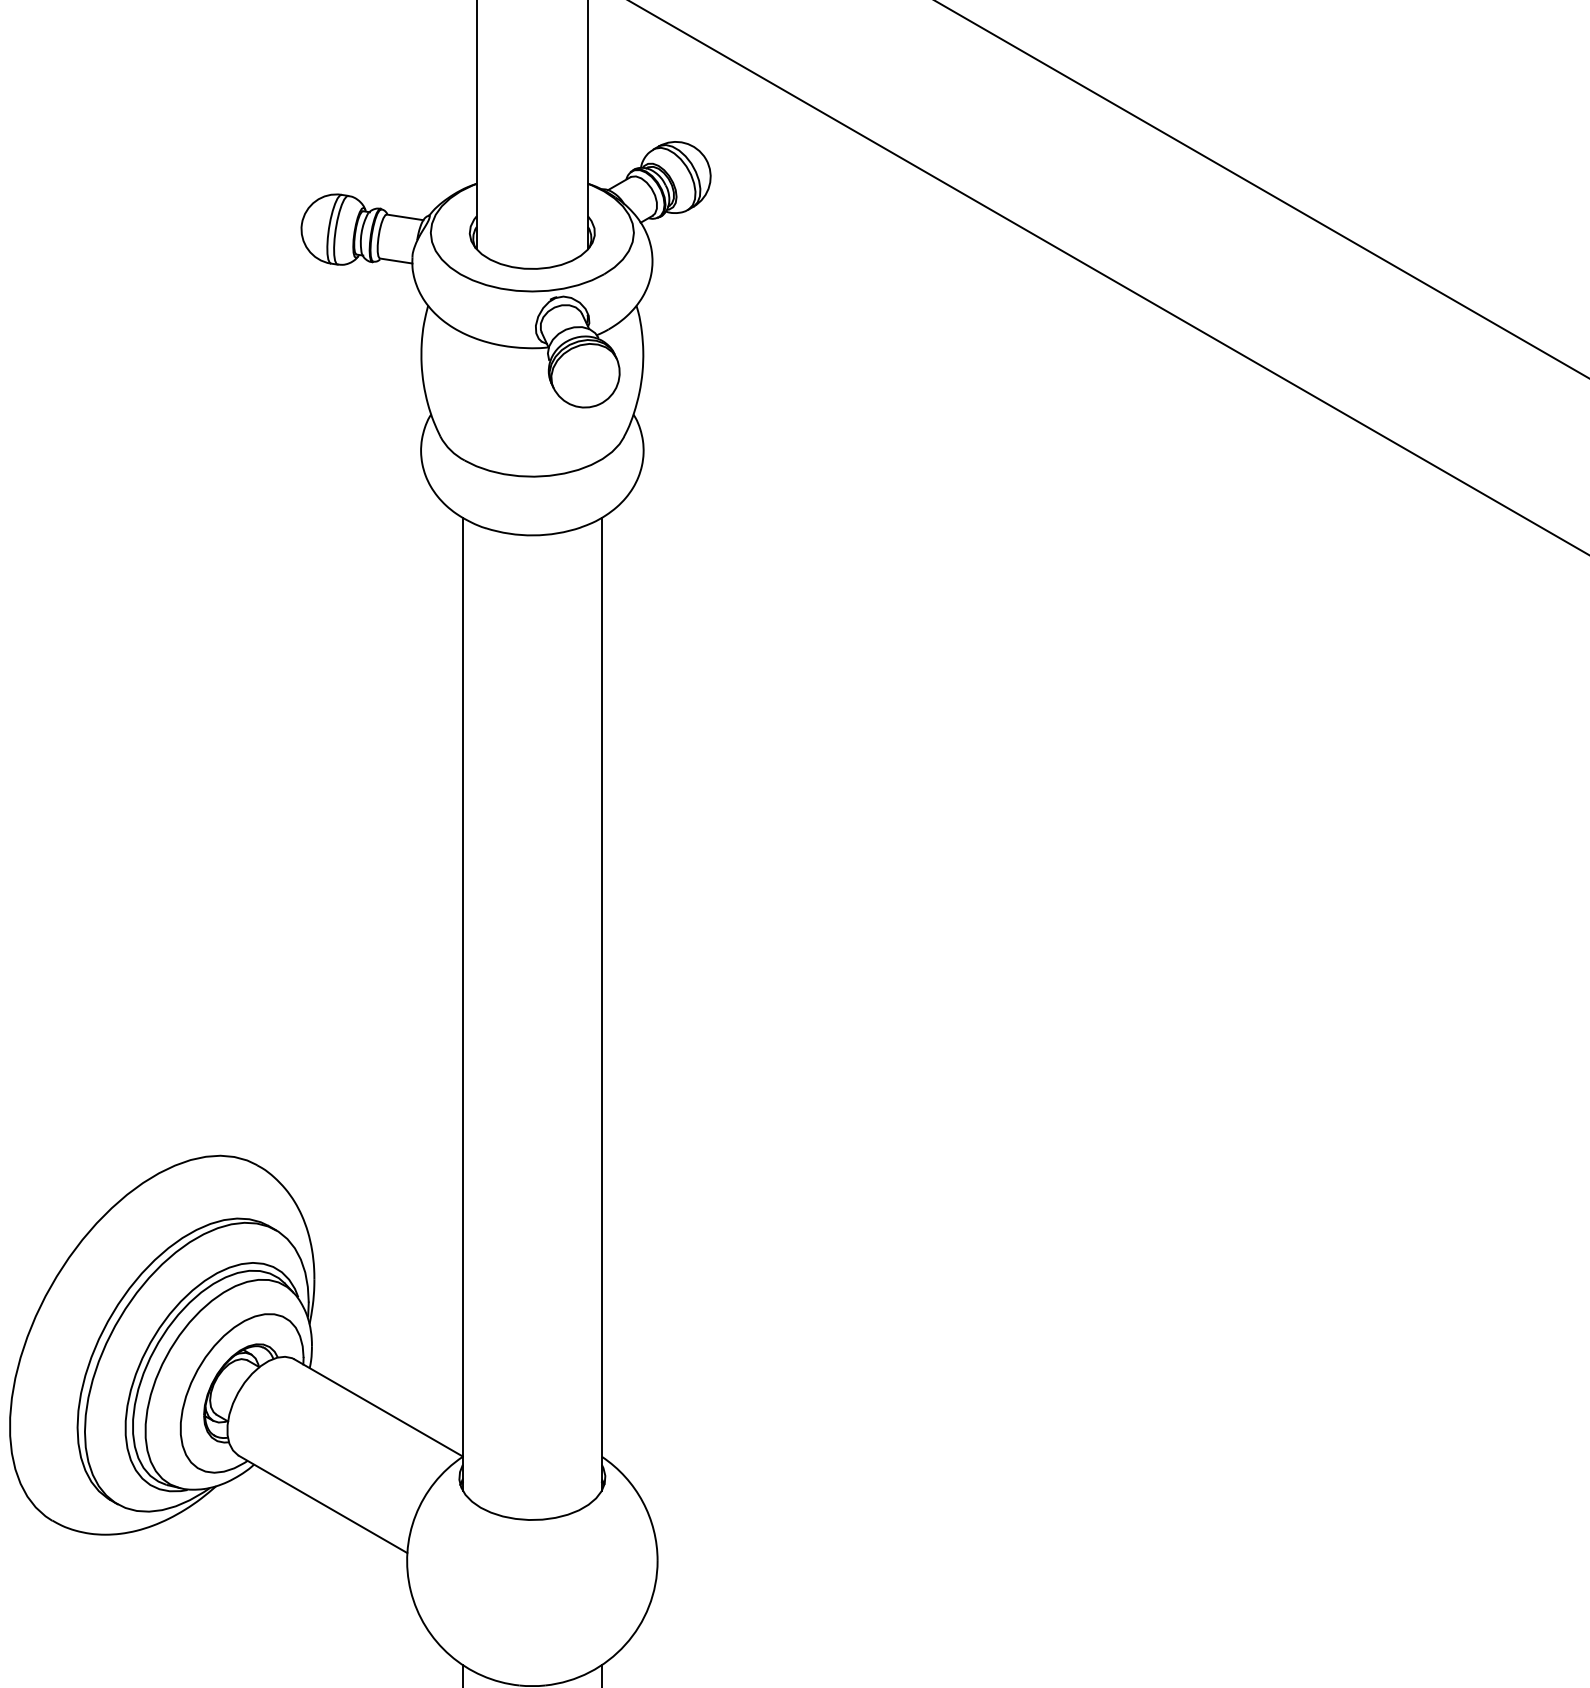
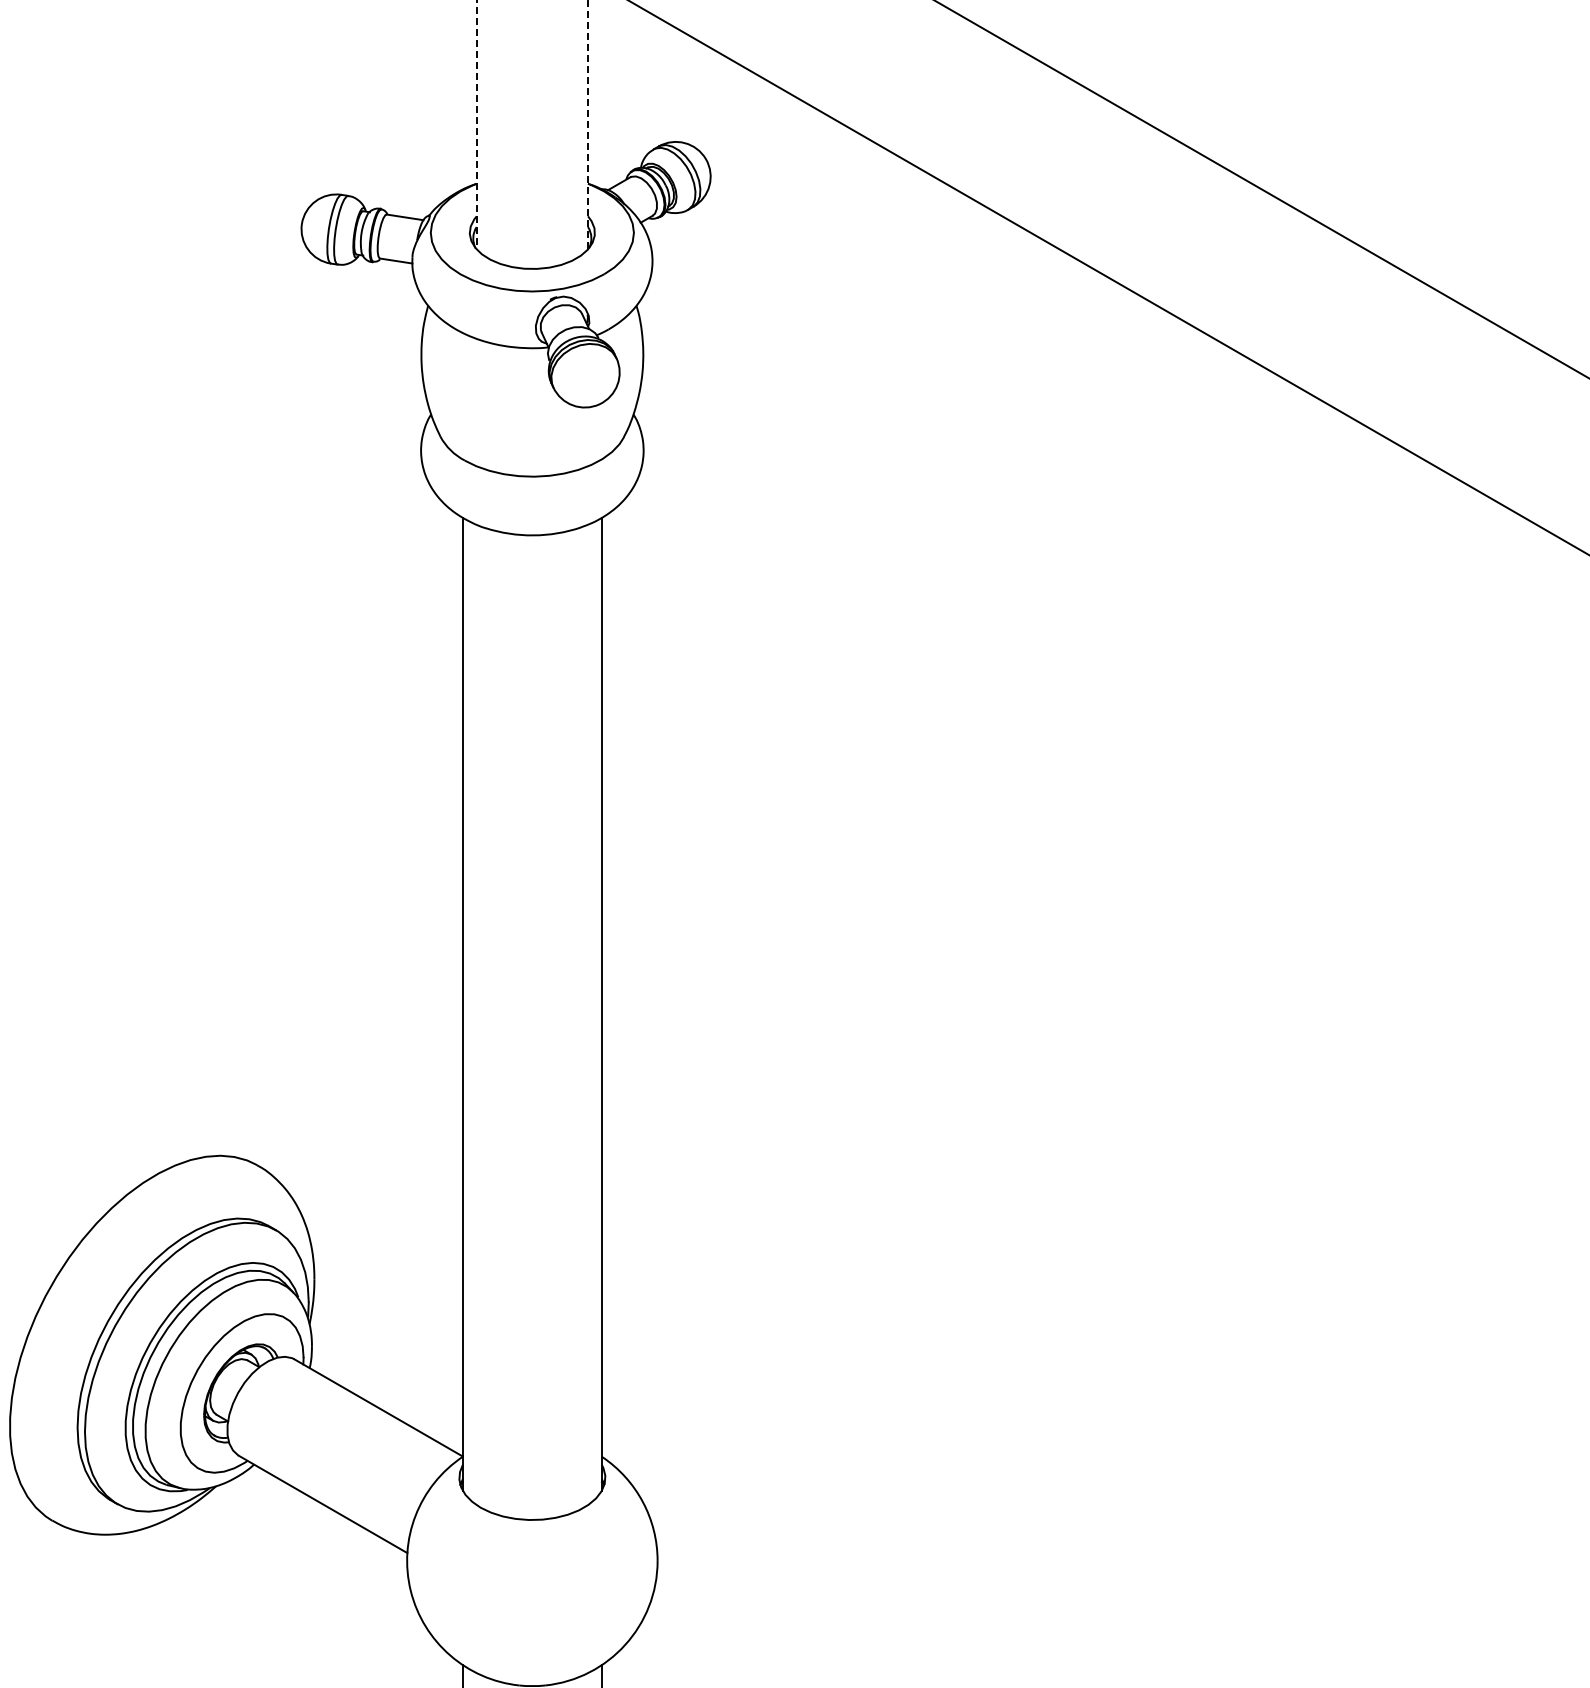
line at (476, 124): solid -> dashed
line at (588, 124): solid -> dashed
